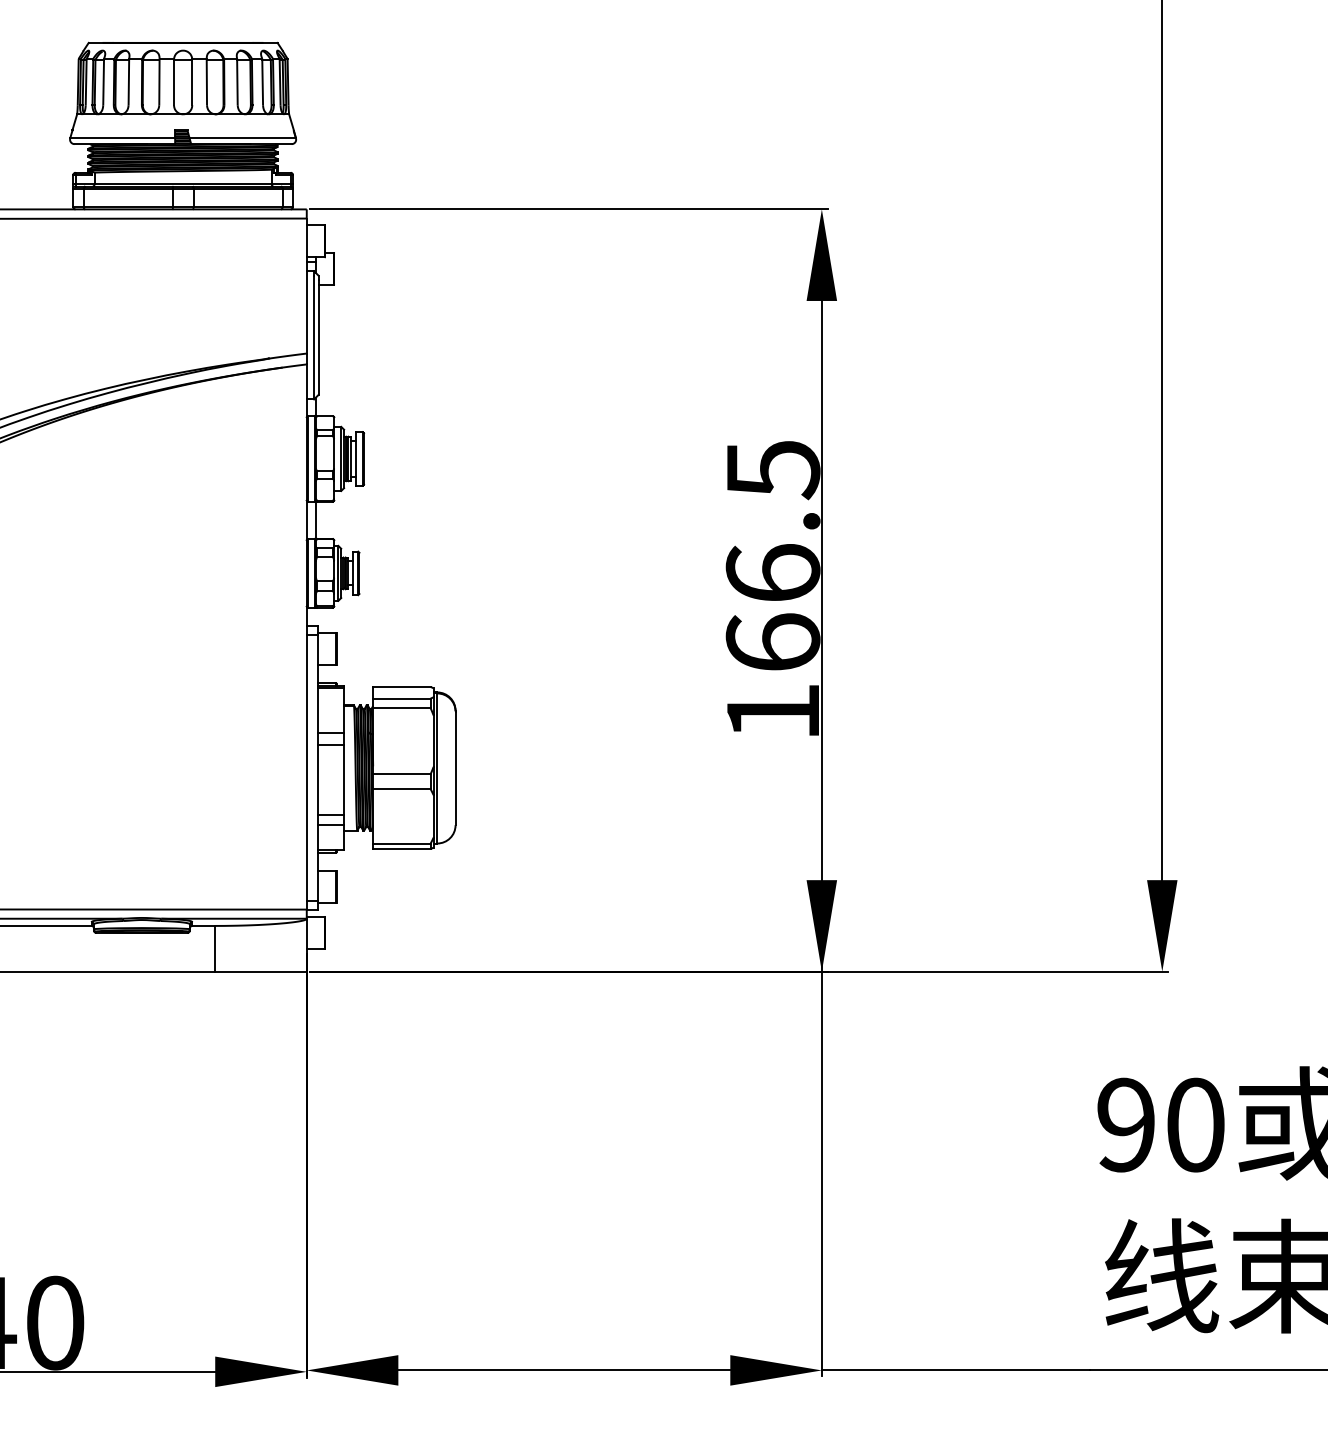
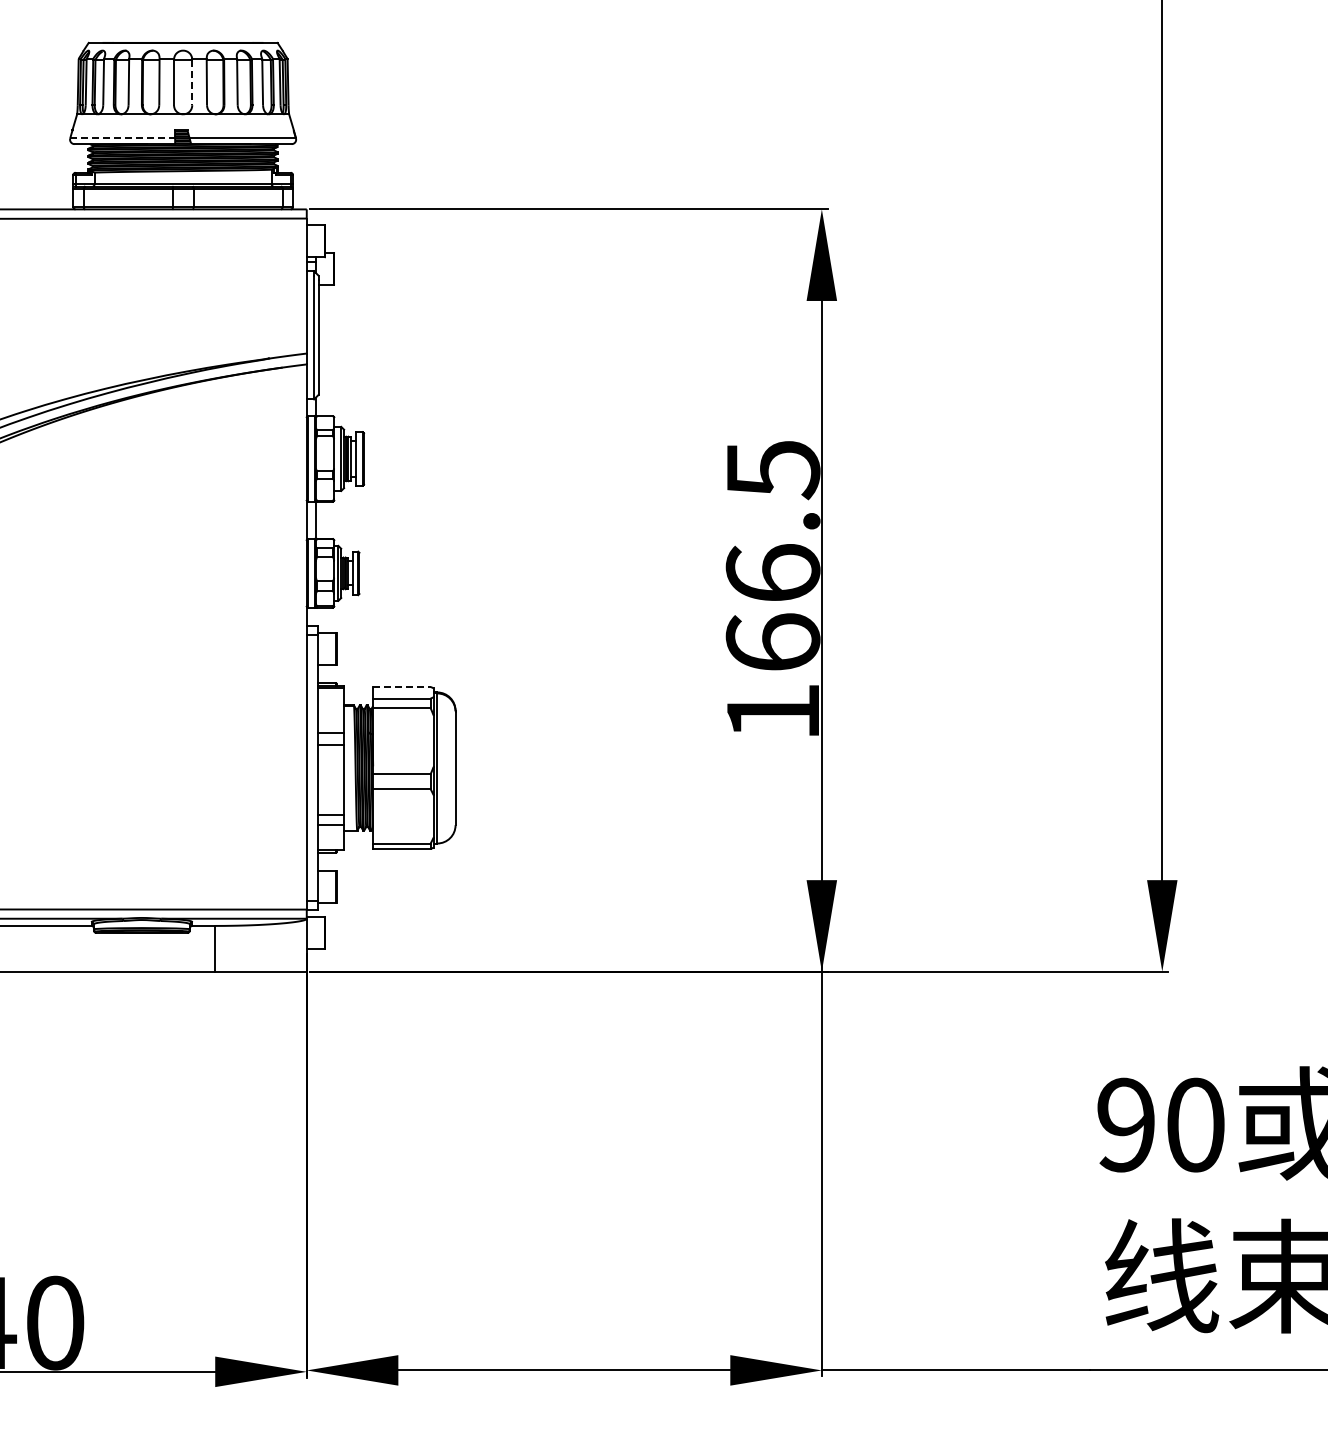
line at (192, 82): solid -> dashed
line at (123, 138): solid -> dashed
line at (401, 687): solid -> dashed
